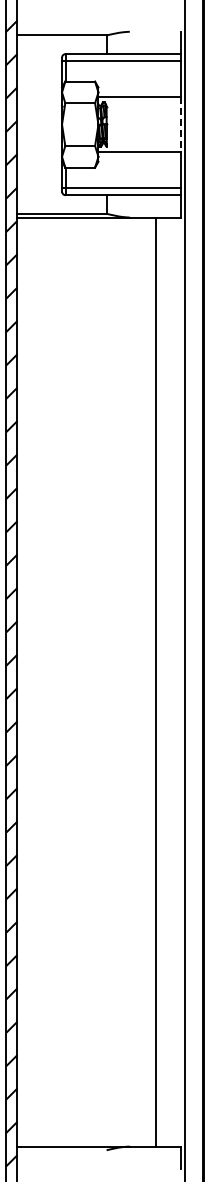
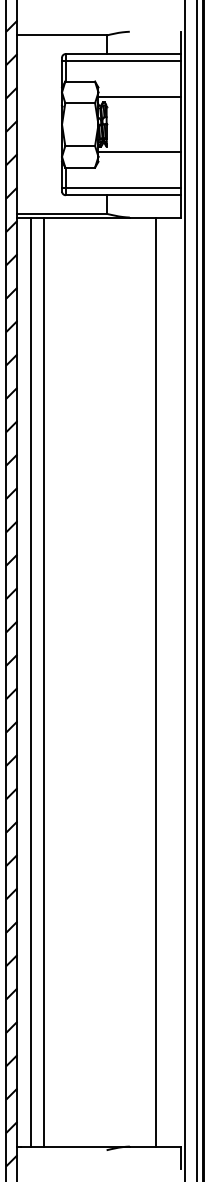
line at (180, 125): dashed -> solid
line at (196, 590): none -> present
line at (31, 681): none -> present
line at (44, 681): none -> present
